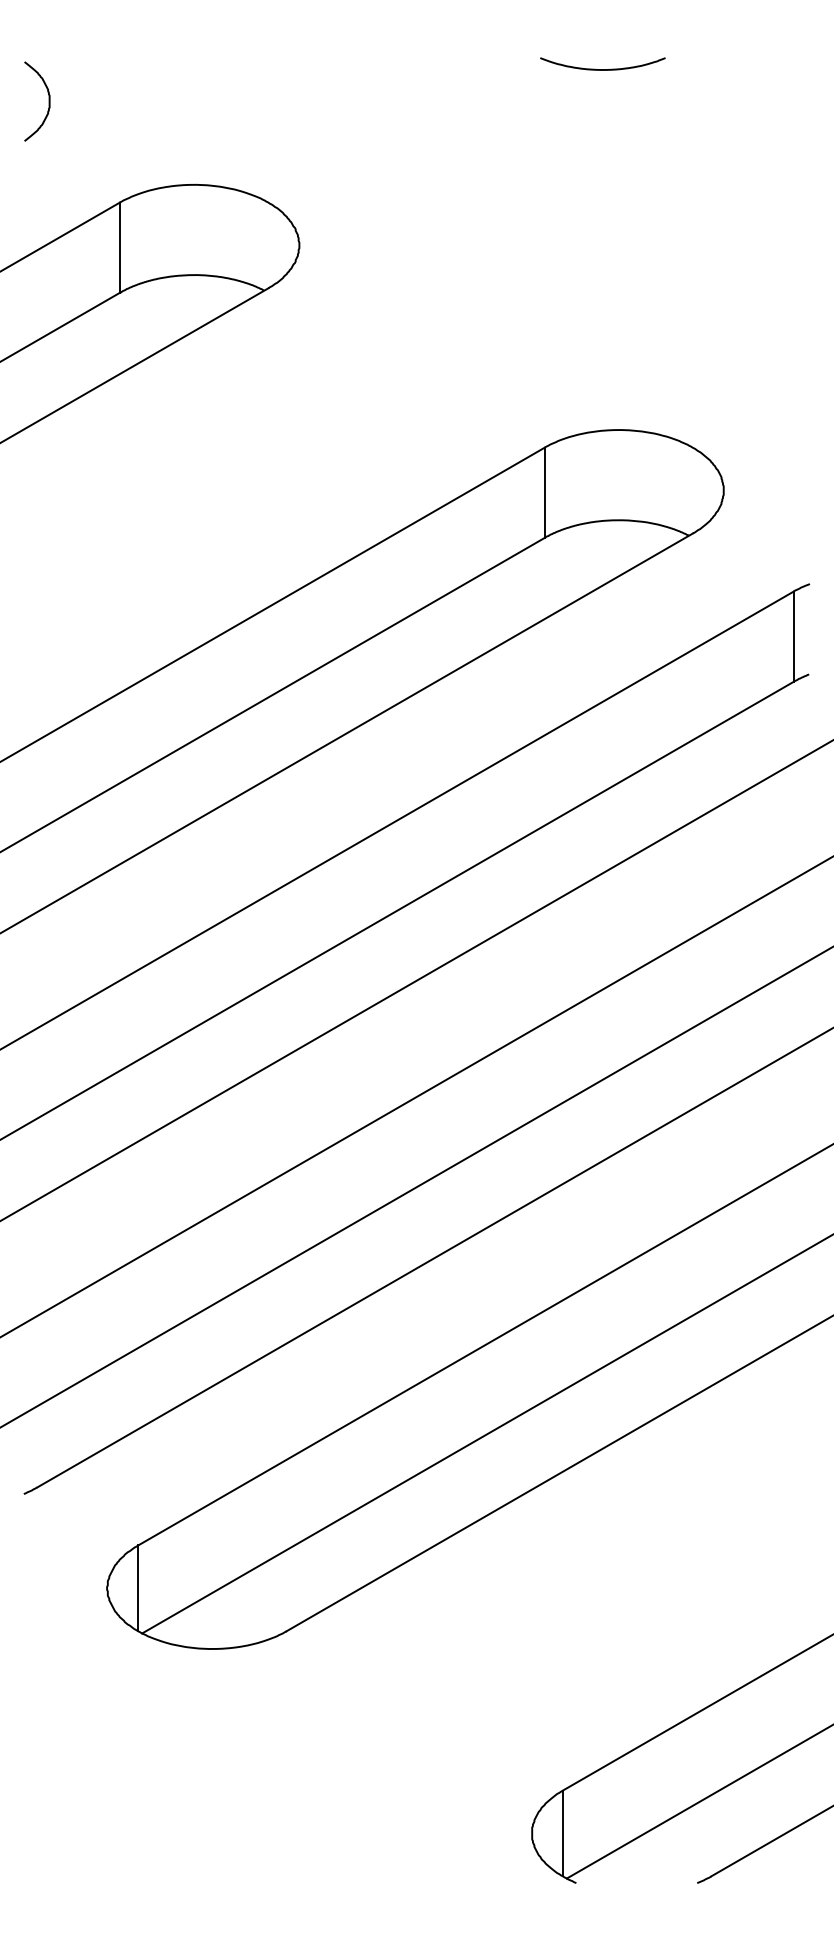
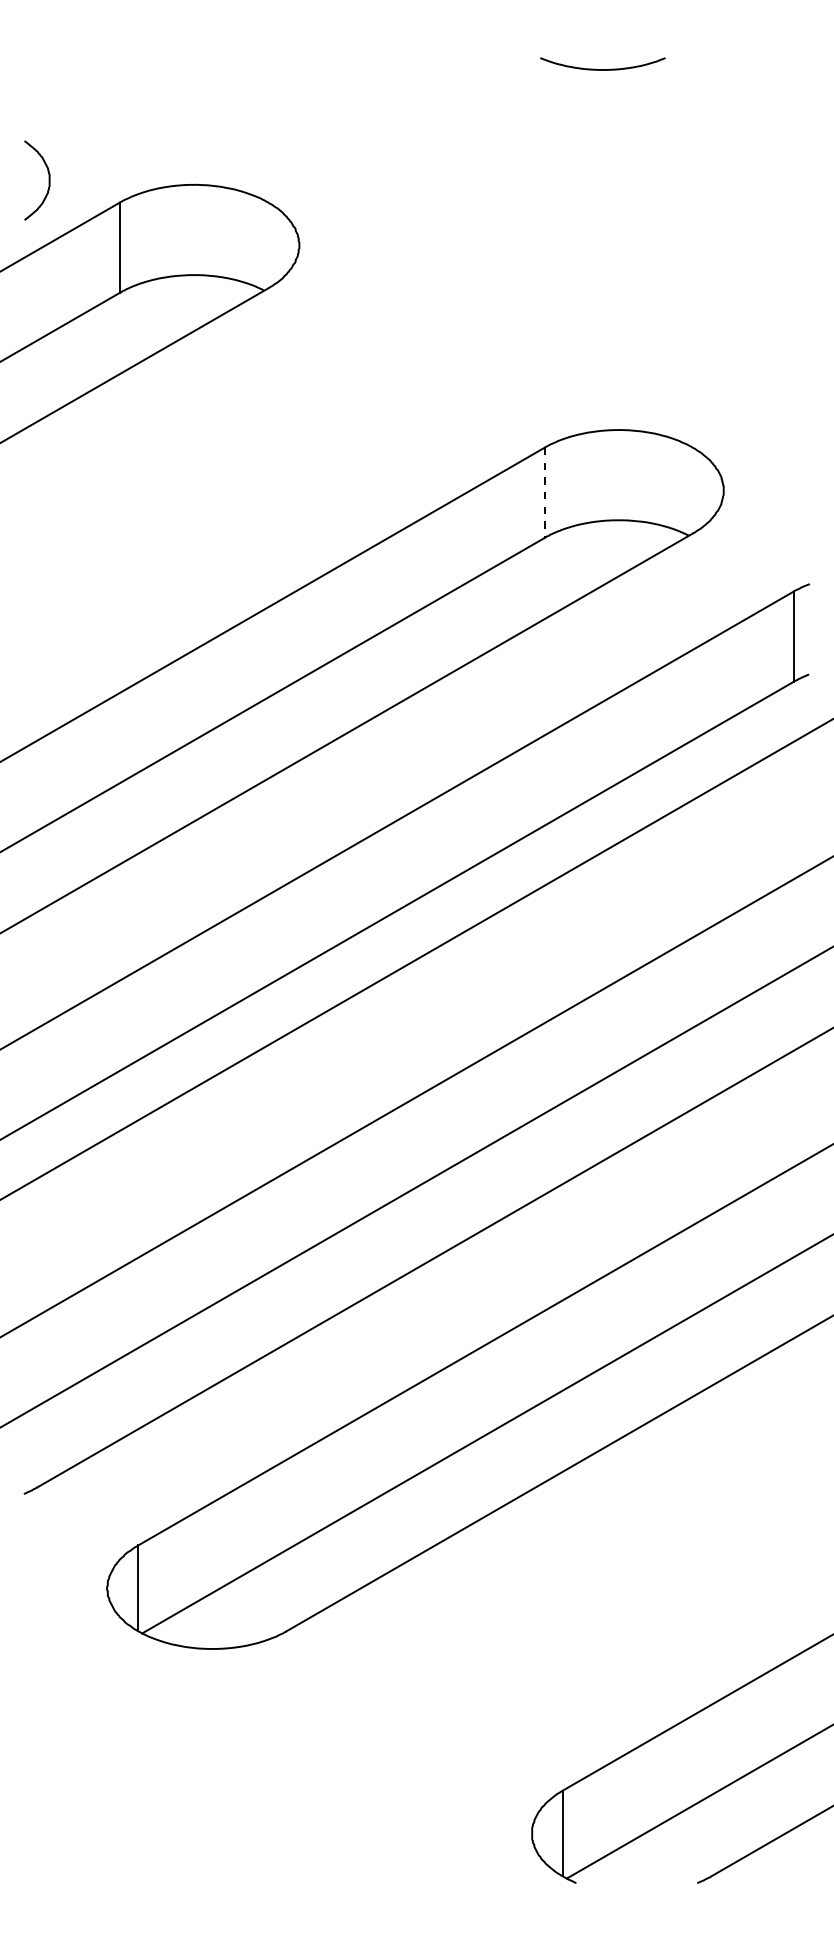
curve at (48, 101) position: (48, 101) -> (48, 180)
line at (544, 493): solid -> dashed
line at (416, 980) position: (416, 980) -> (416, 959)
